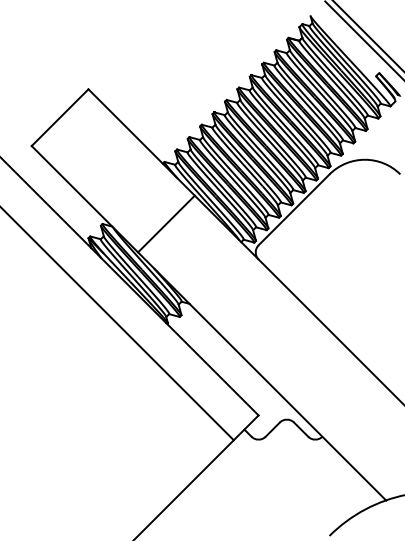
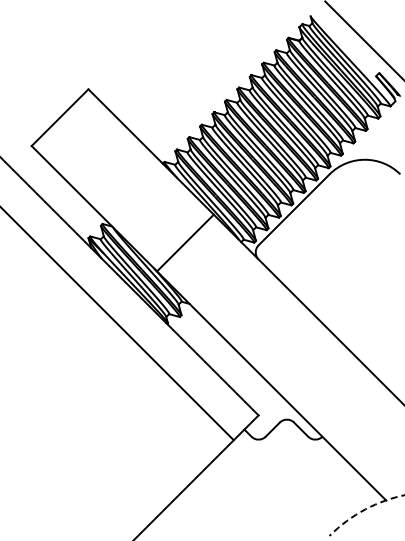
line at (367, 35): present -> none
line at (166, 223) position: (166, 223) -> (185, 242)
arc at (363, 510): solid -> dashed
